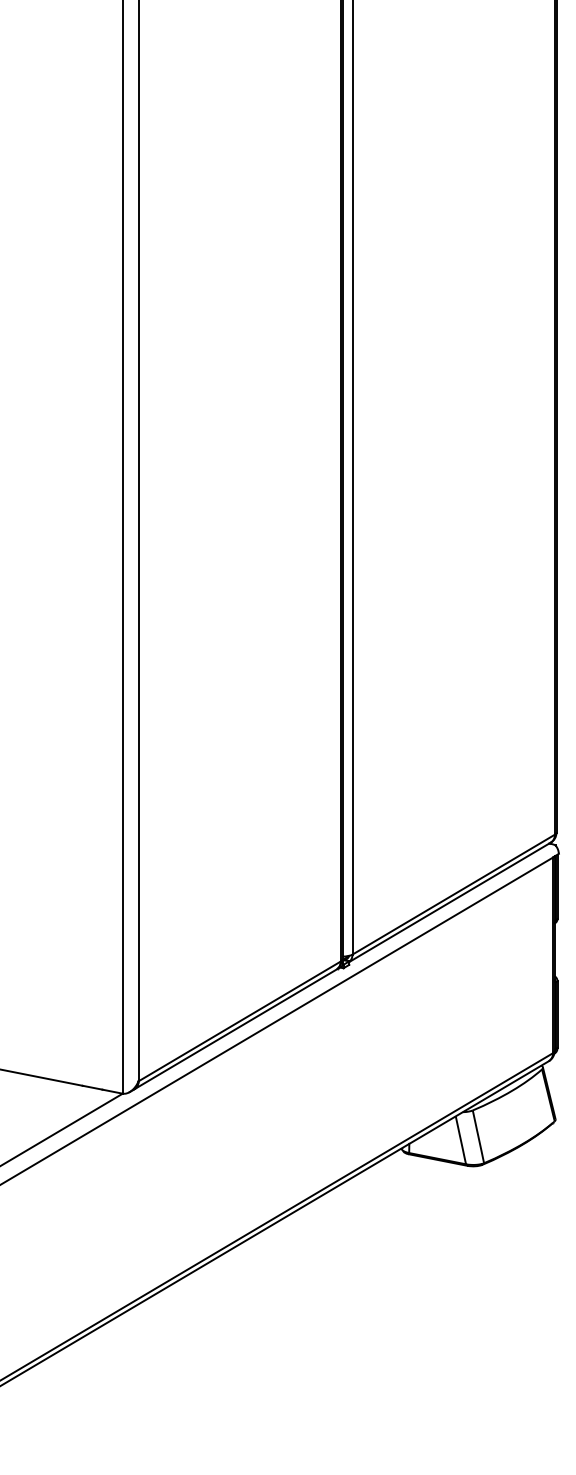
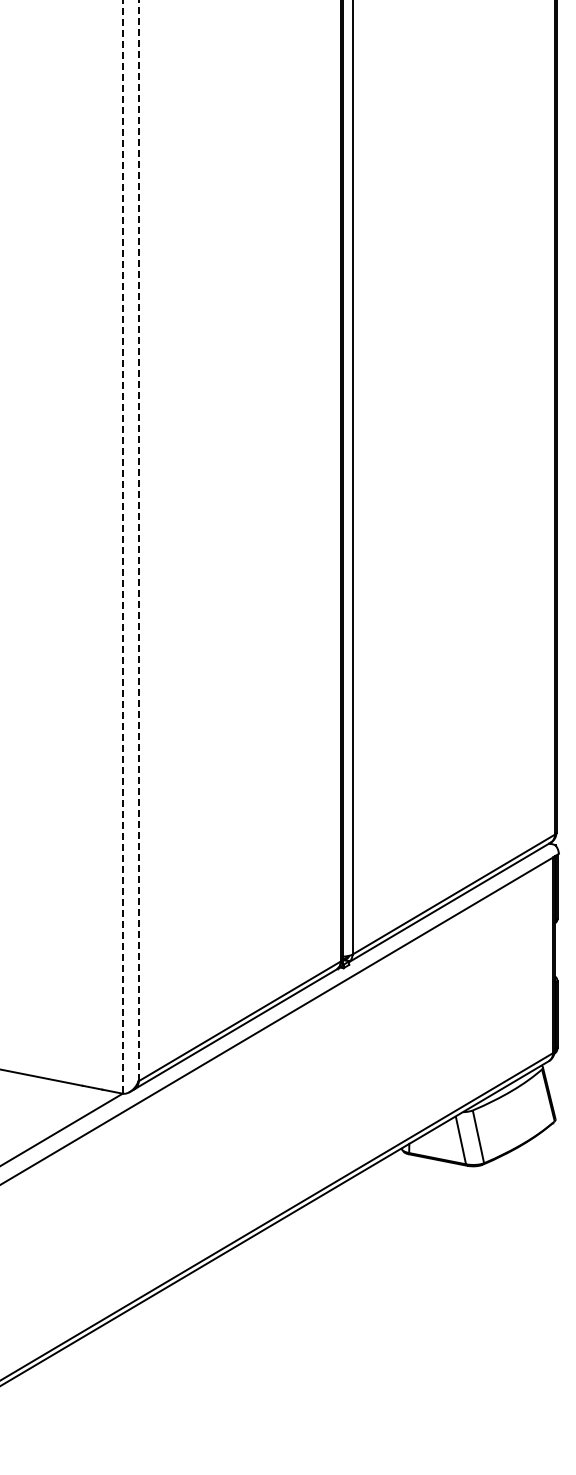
line at (138, 540): solid -> dashed
line at (122, 547): solid -> dashed
